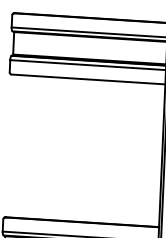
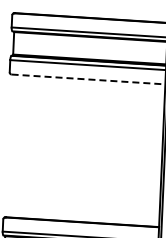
line at (88, 79): solid -> dashed
